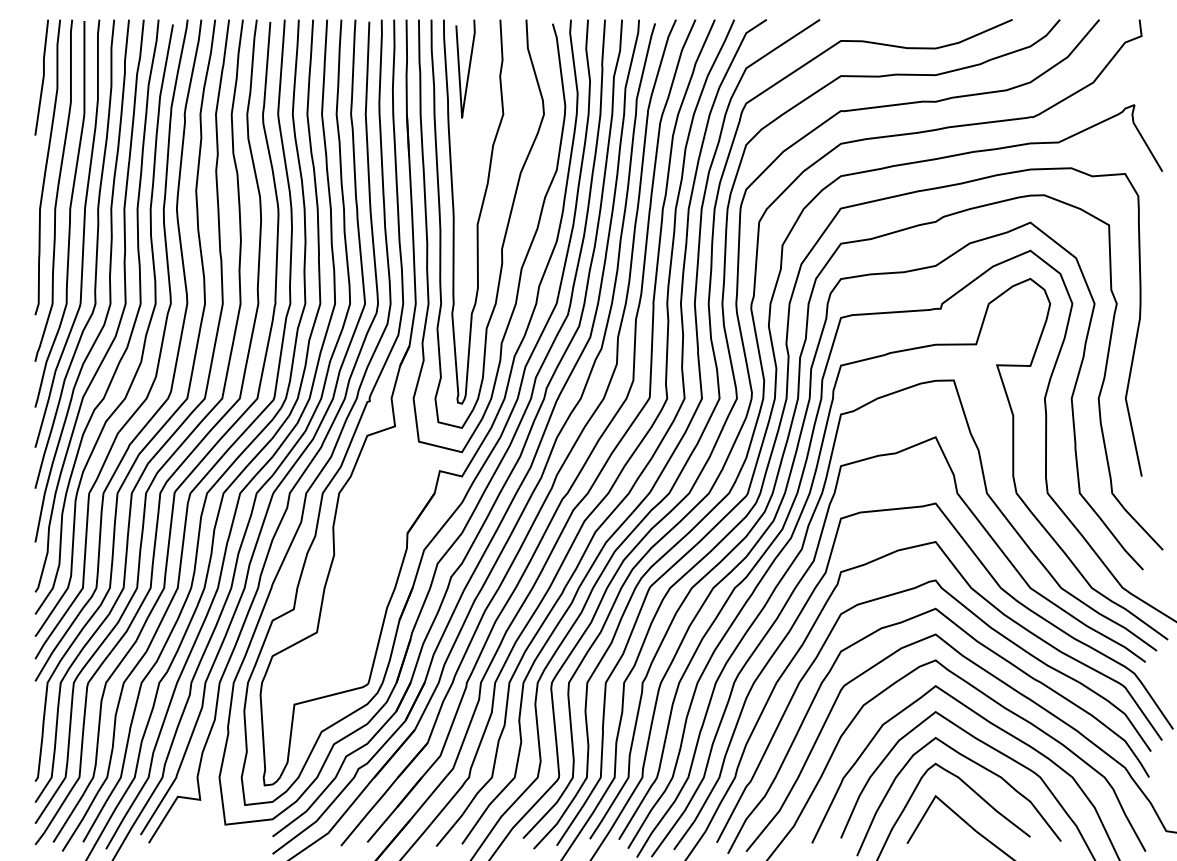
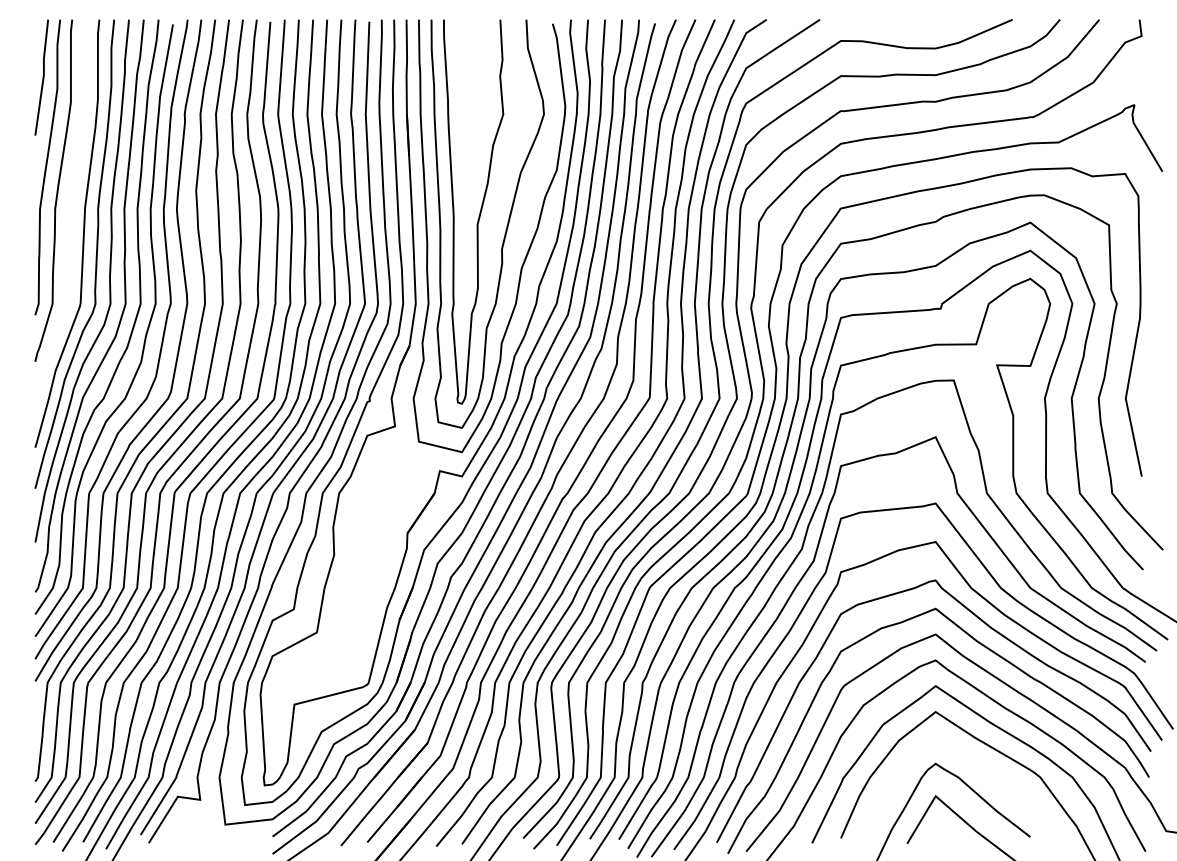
curve at (468, 68): present -> none
curve at (69, 214): present -> none
curve at (979, 766): present -> none
